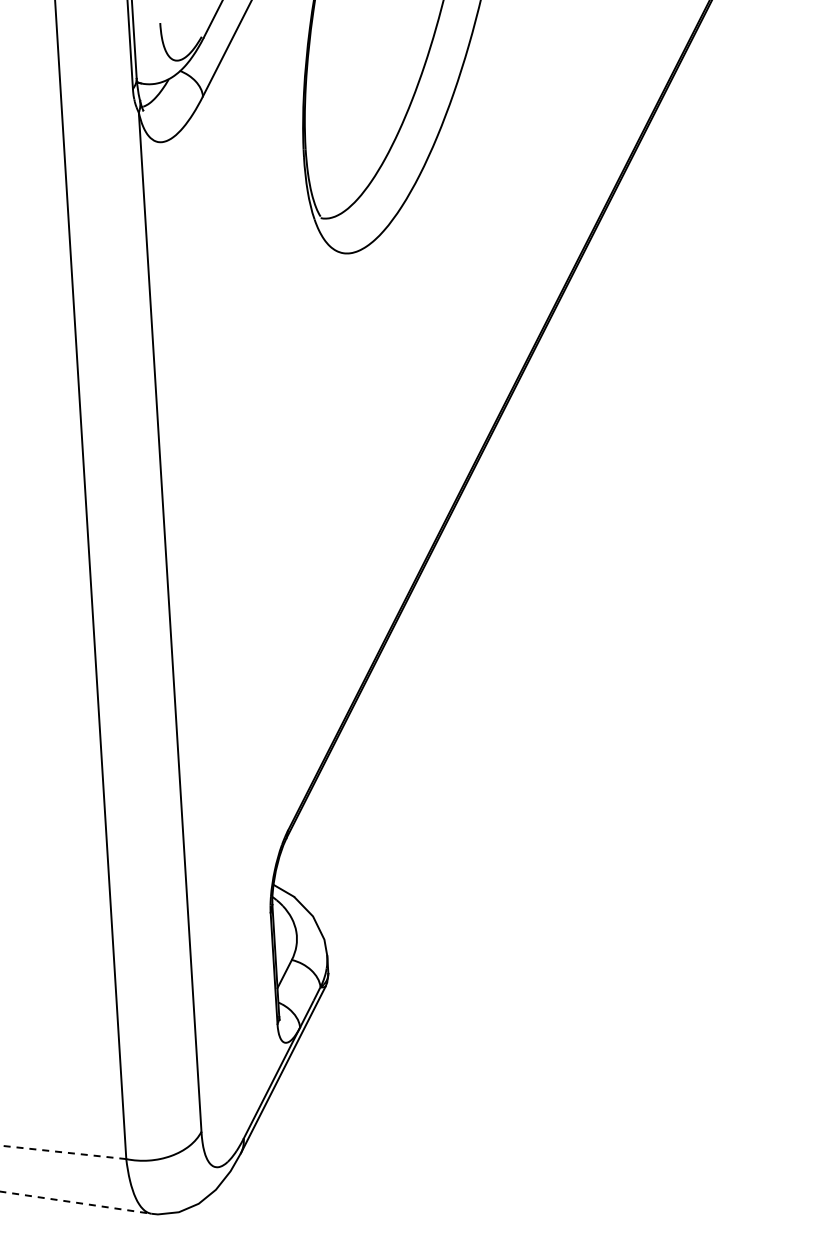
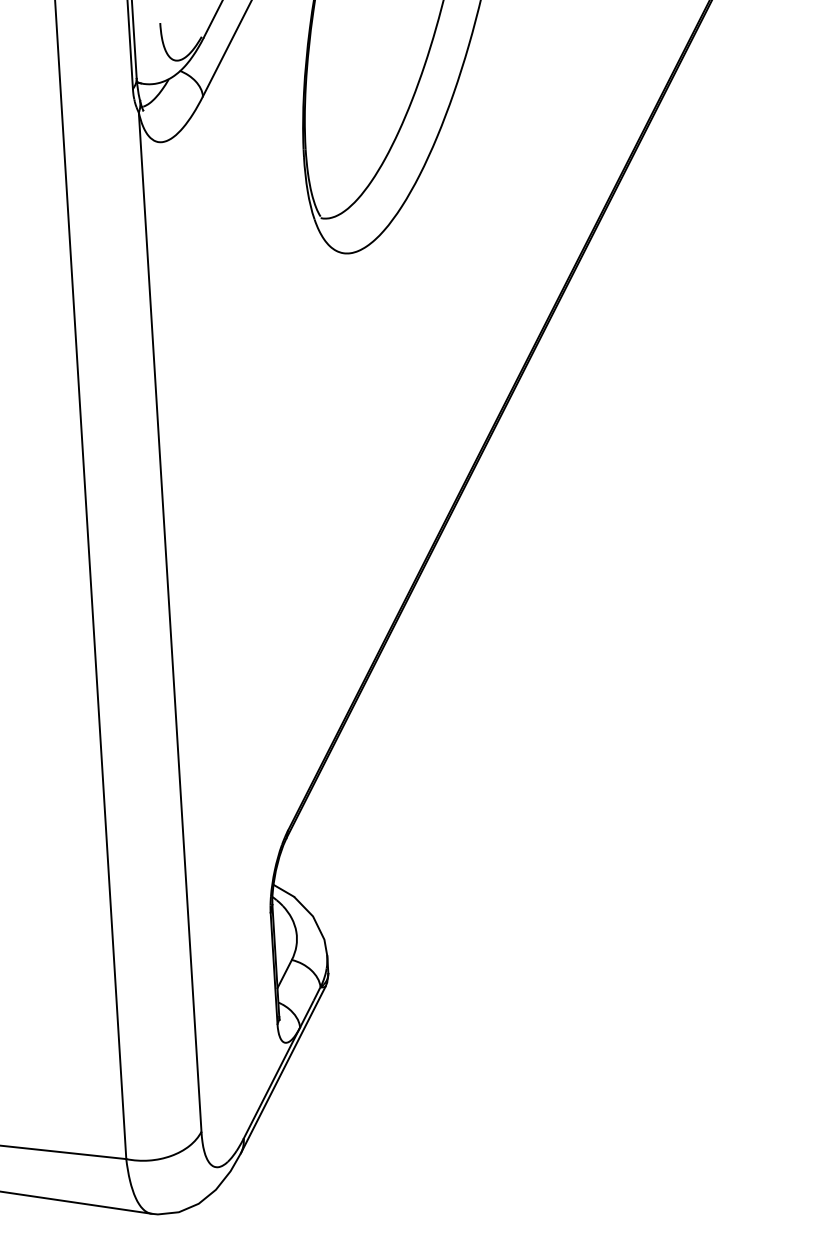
line at (62, 1152): dashed -> solid
line at (76, 1202): dashed -> solid
